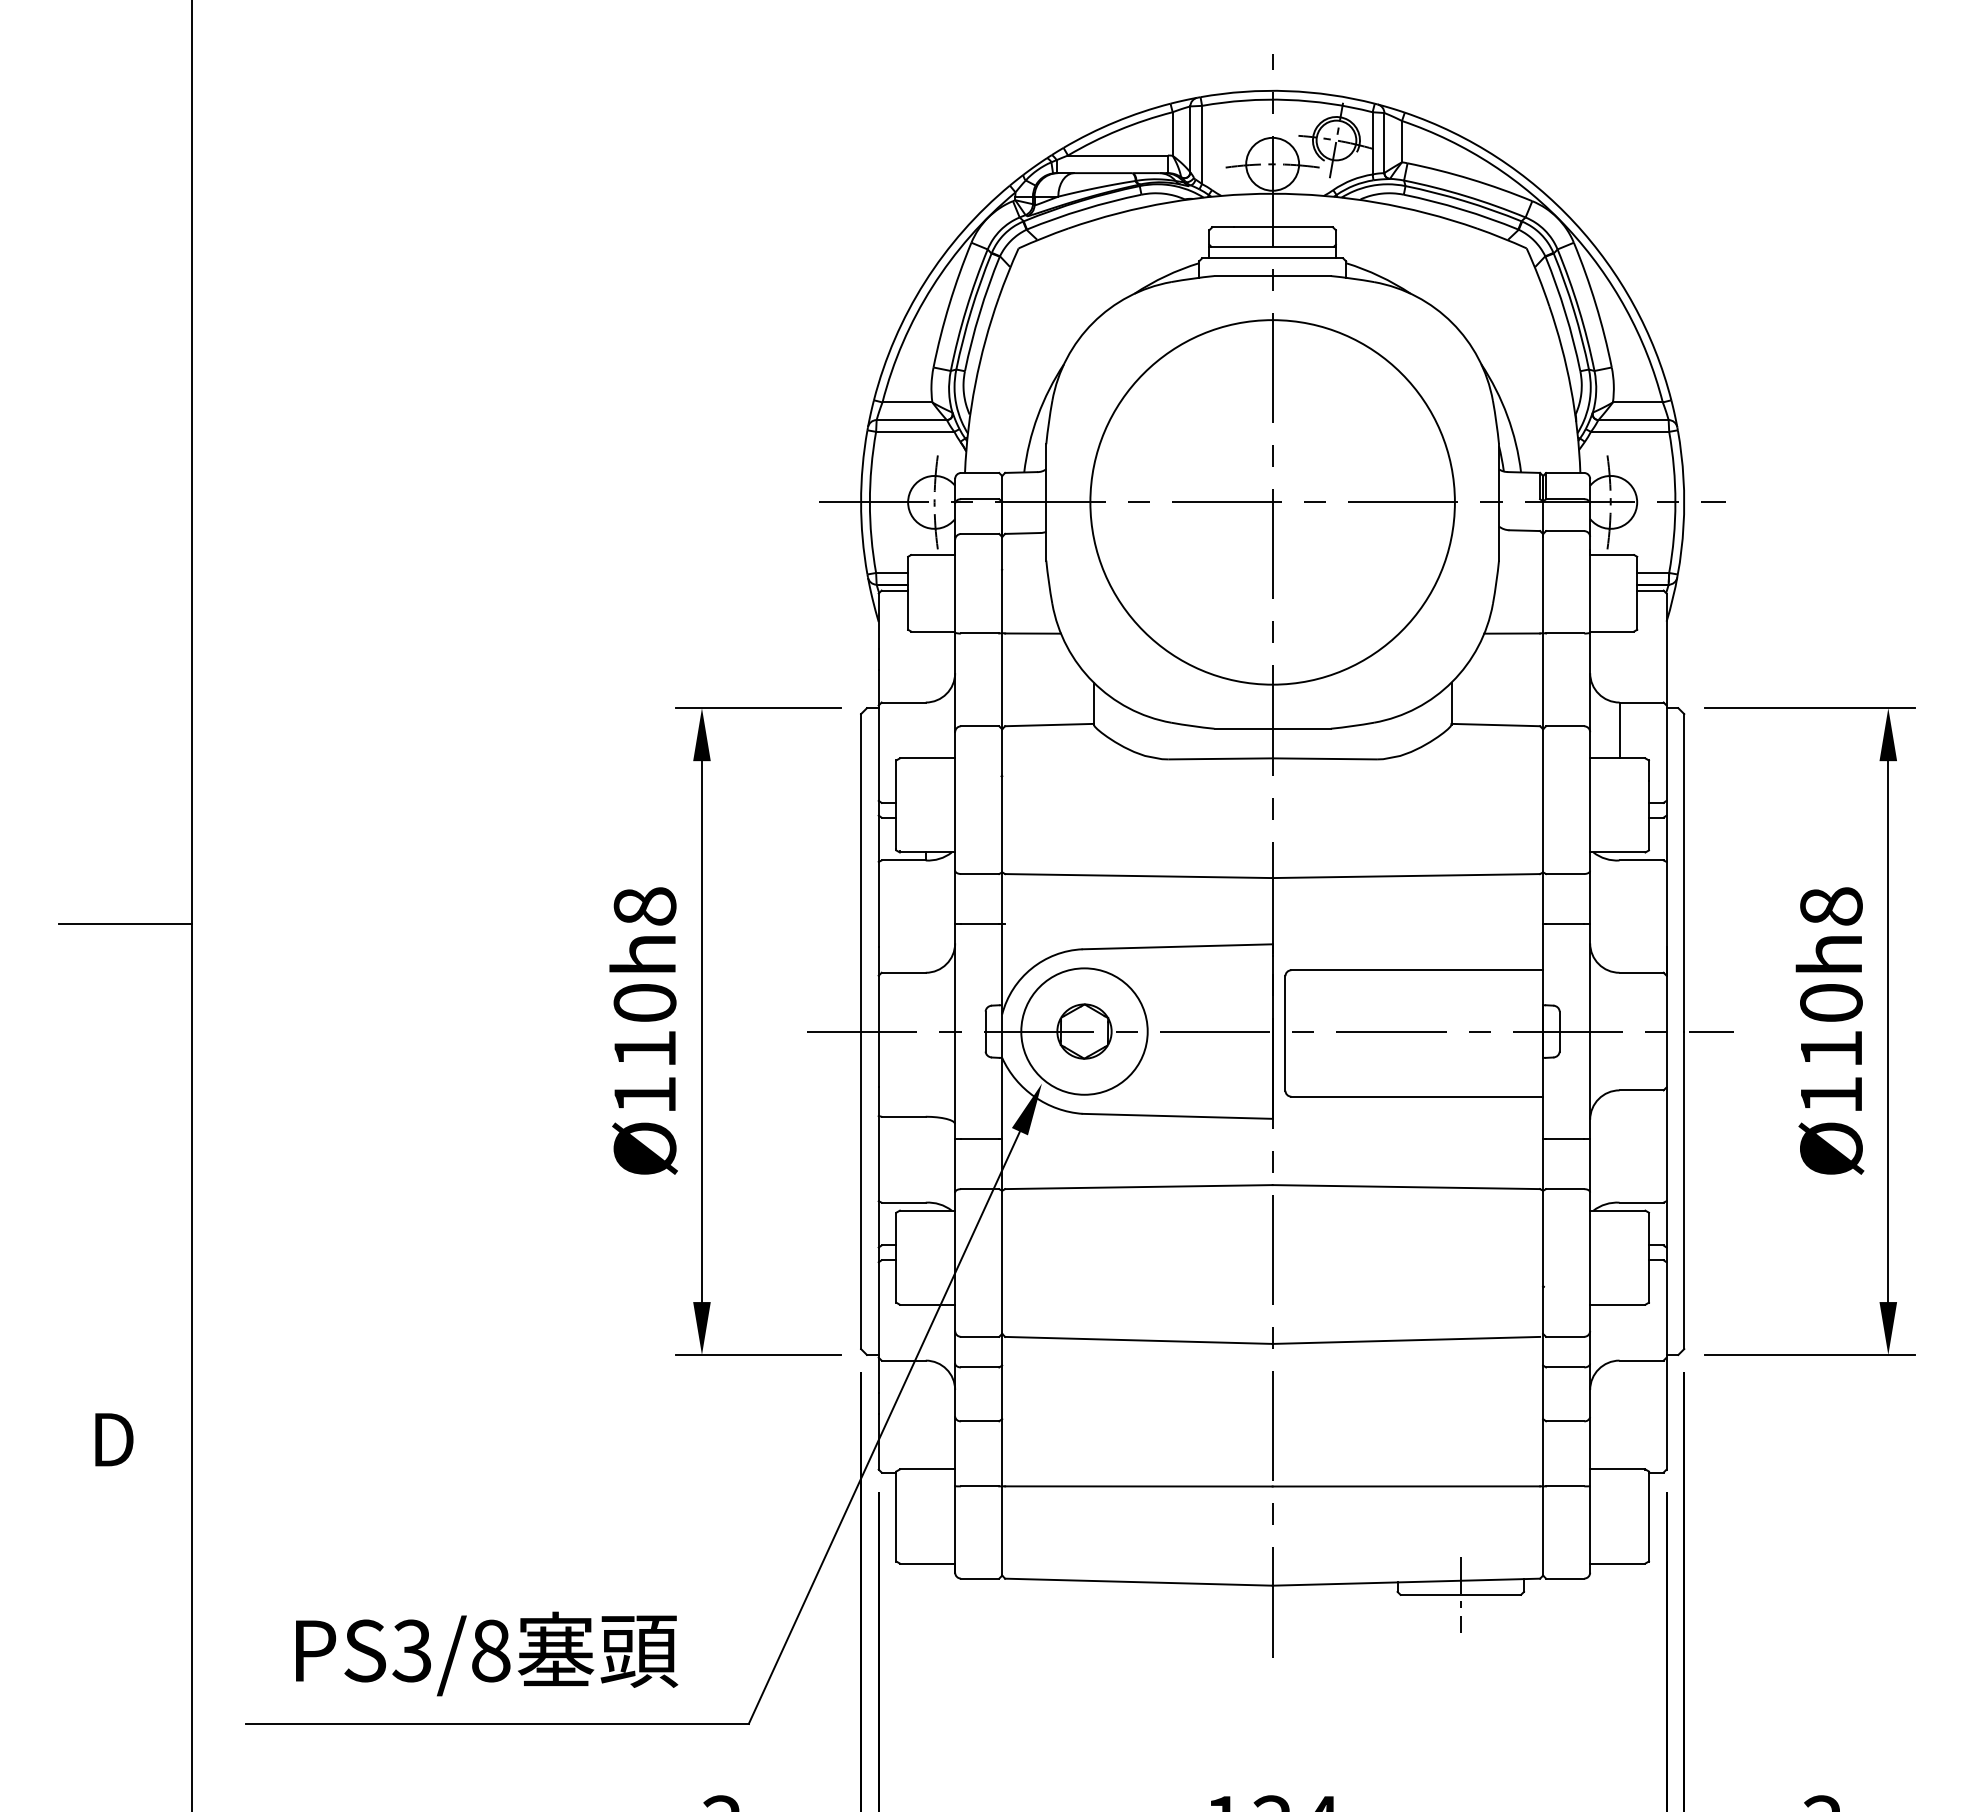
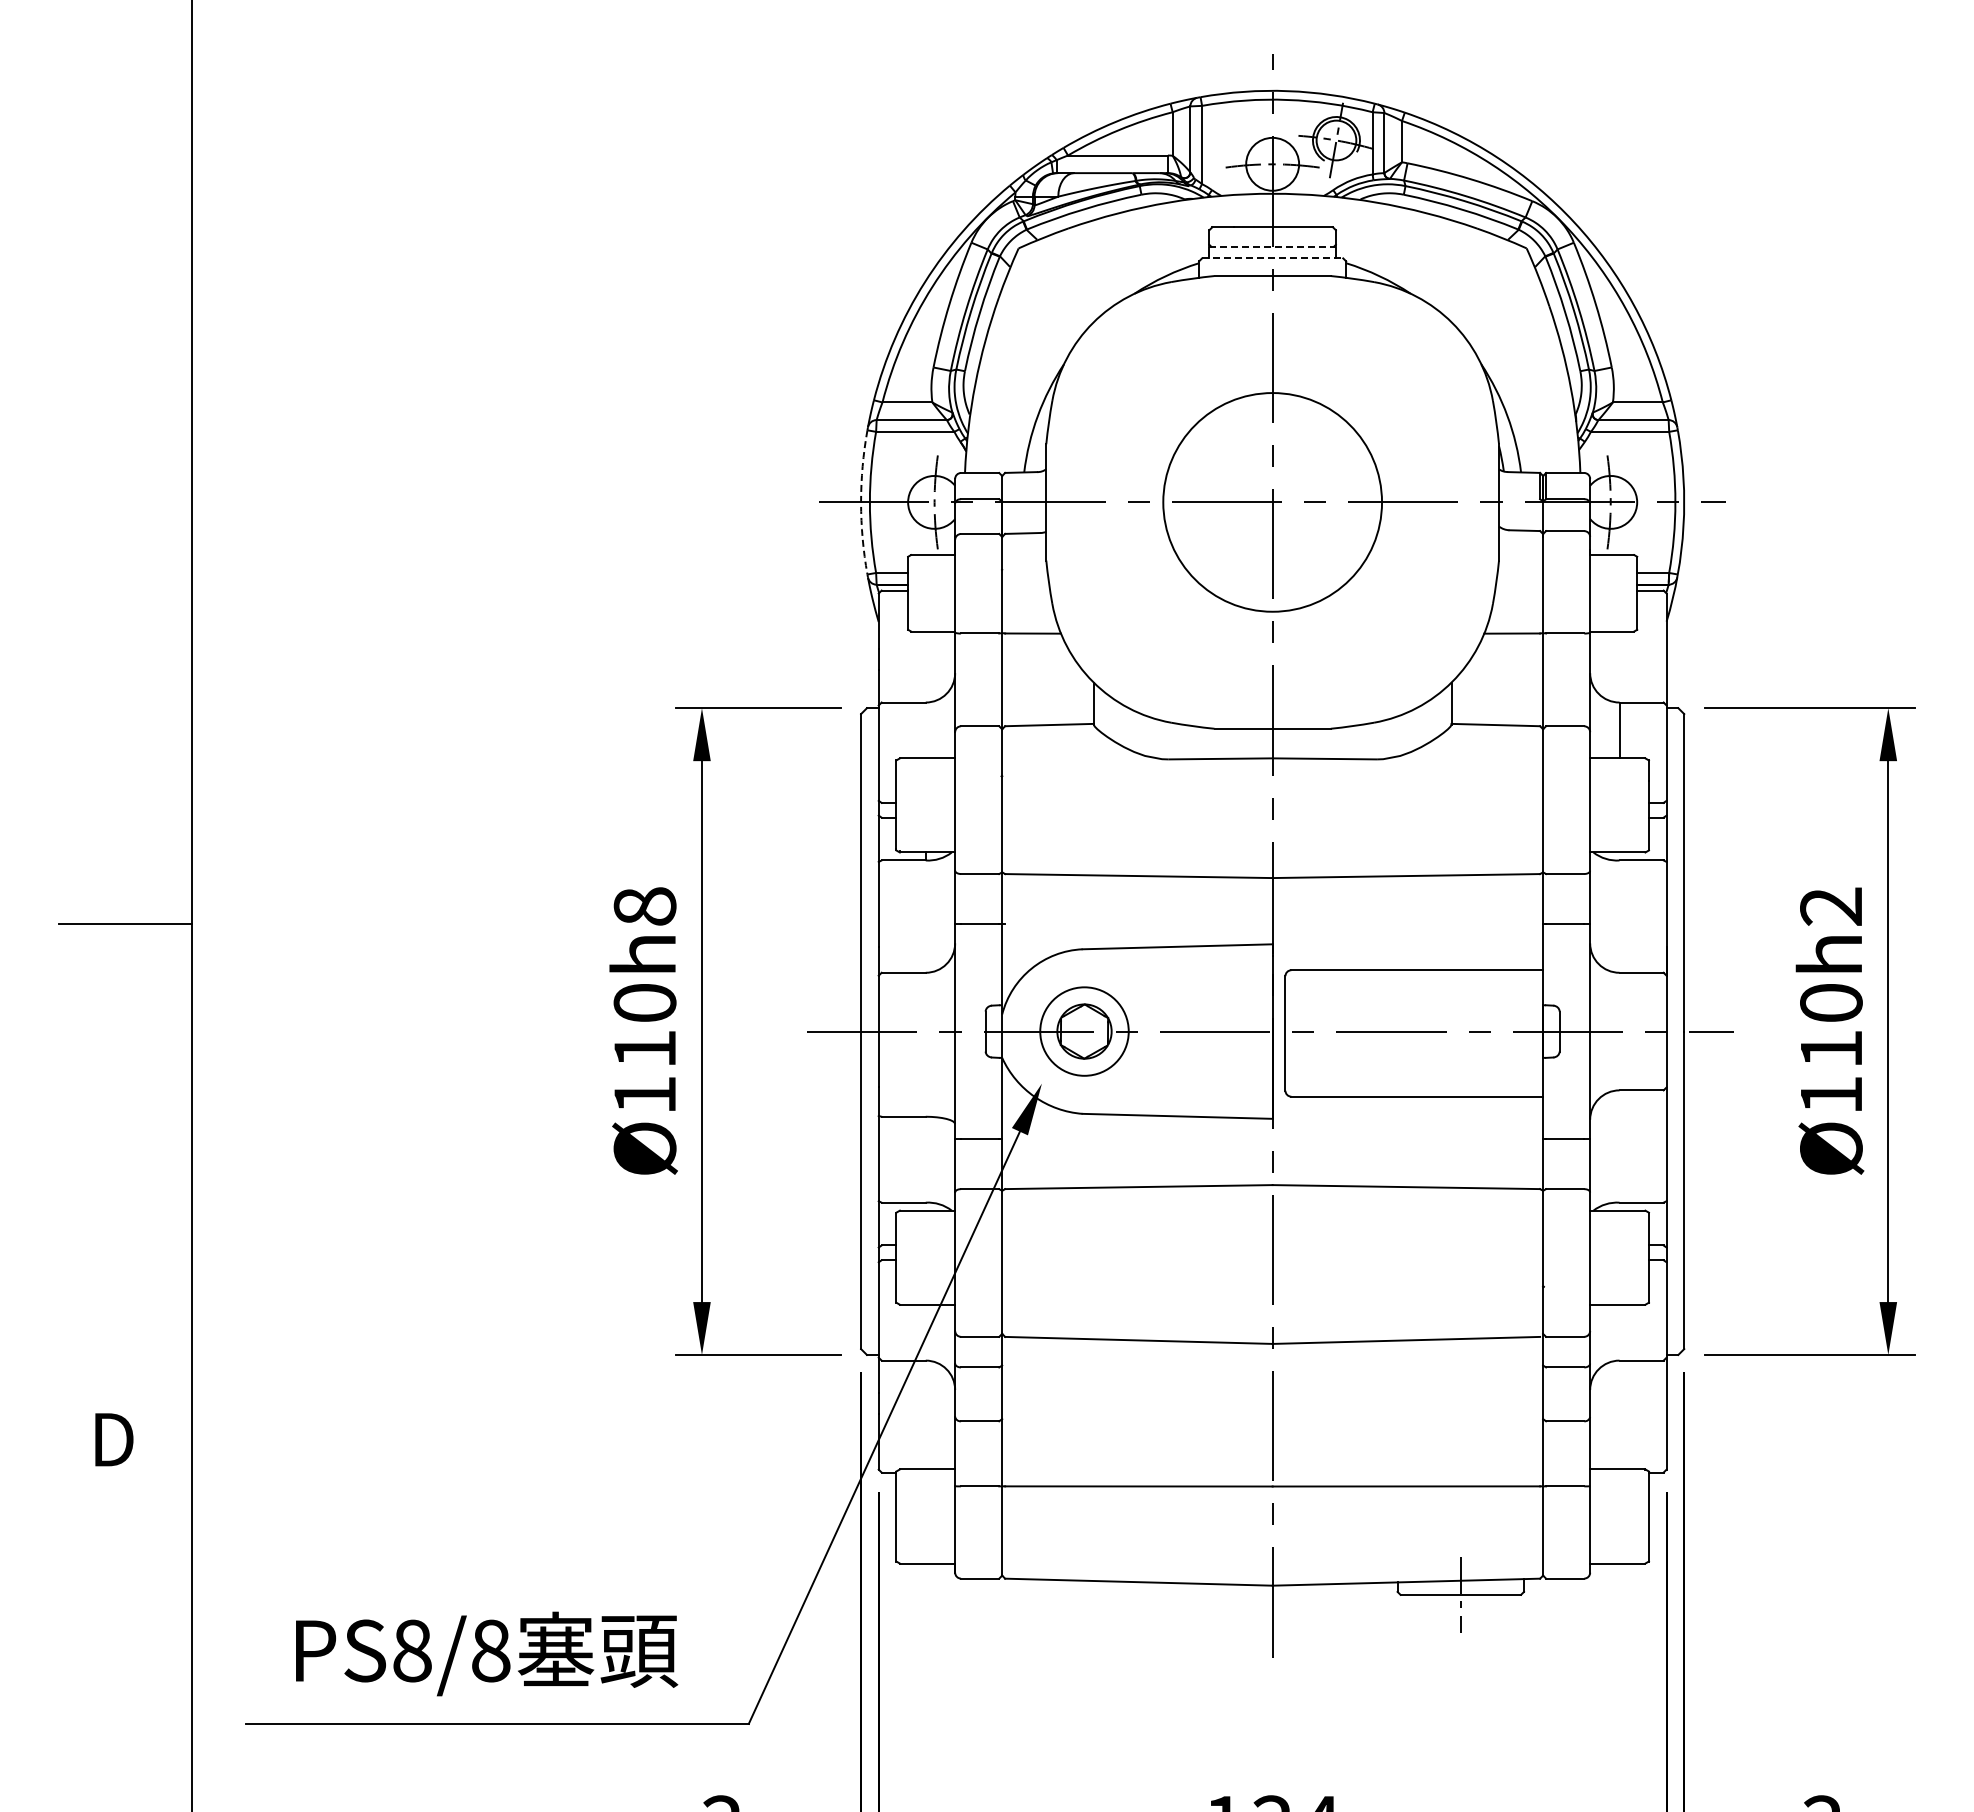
line at (1273, 246): solid -> dashed
line at (1272, 258): solid -> dashed
arc at (861, 502): solid -> dashed
circle at (1272, 502) diameter: 365 px -> 219 px
text at (1831, 906): Ø110h8 -> Ø110h2
circle at (1084, 1031) diameter: 126 px -> 88 px
text at (411, 1650): PS3/8 -> PS8/8
